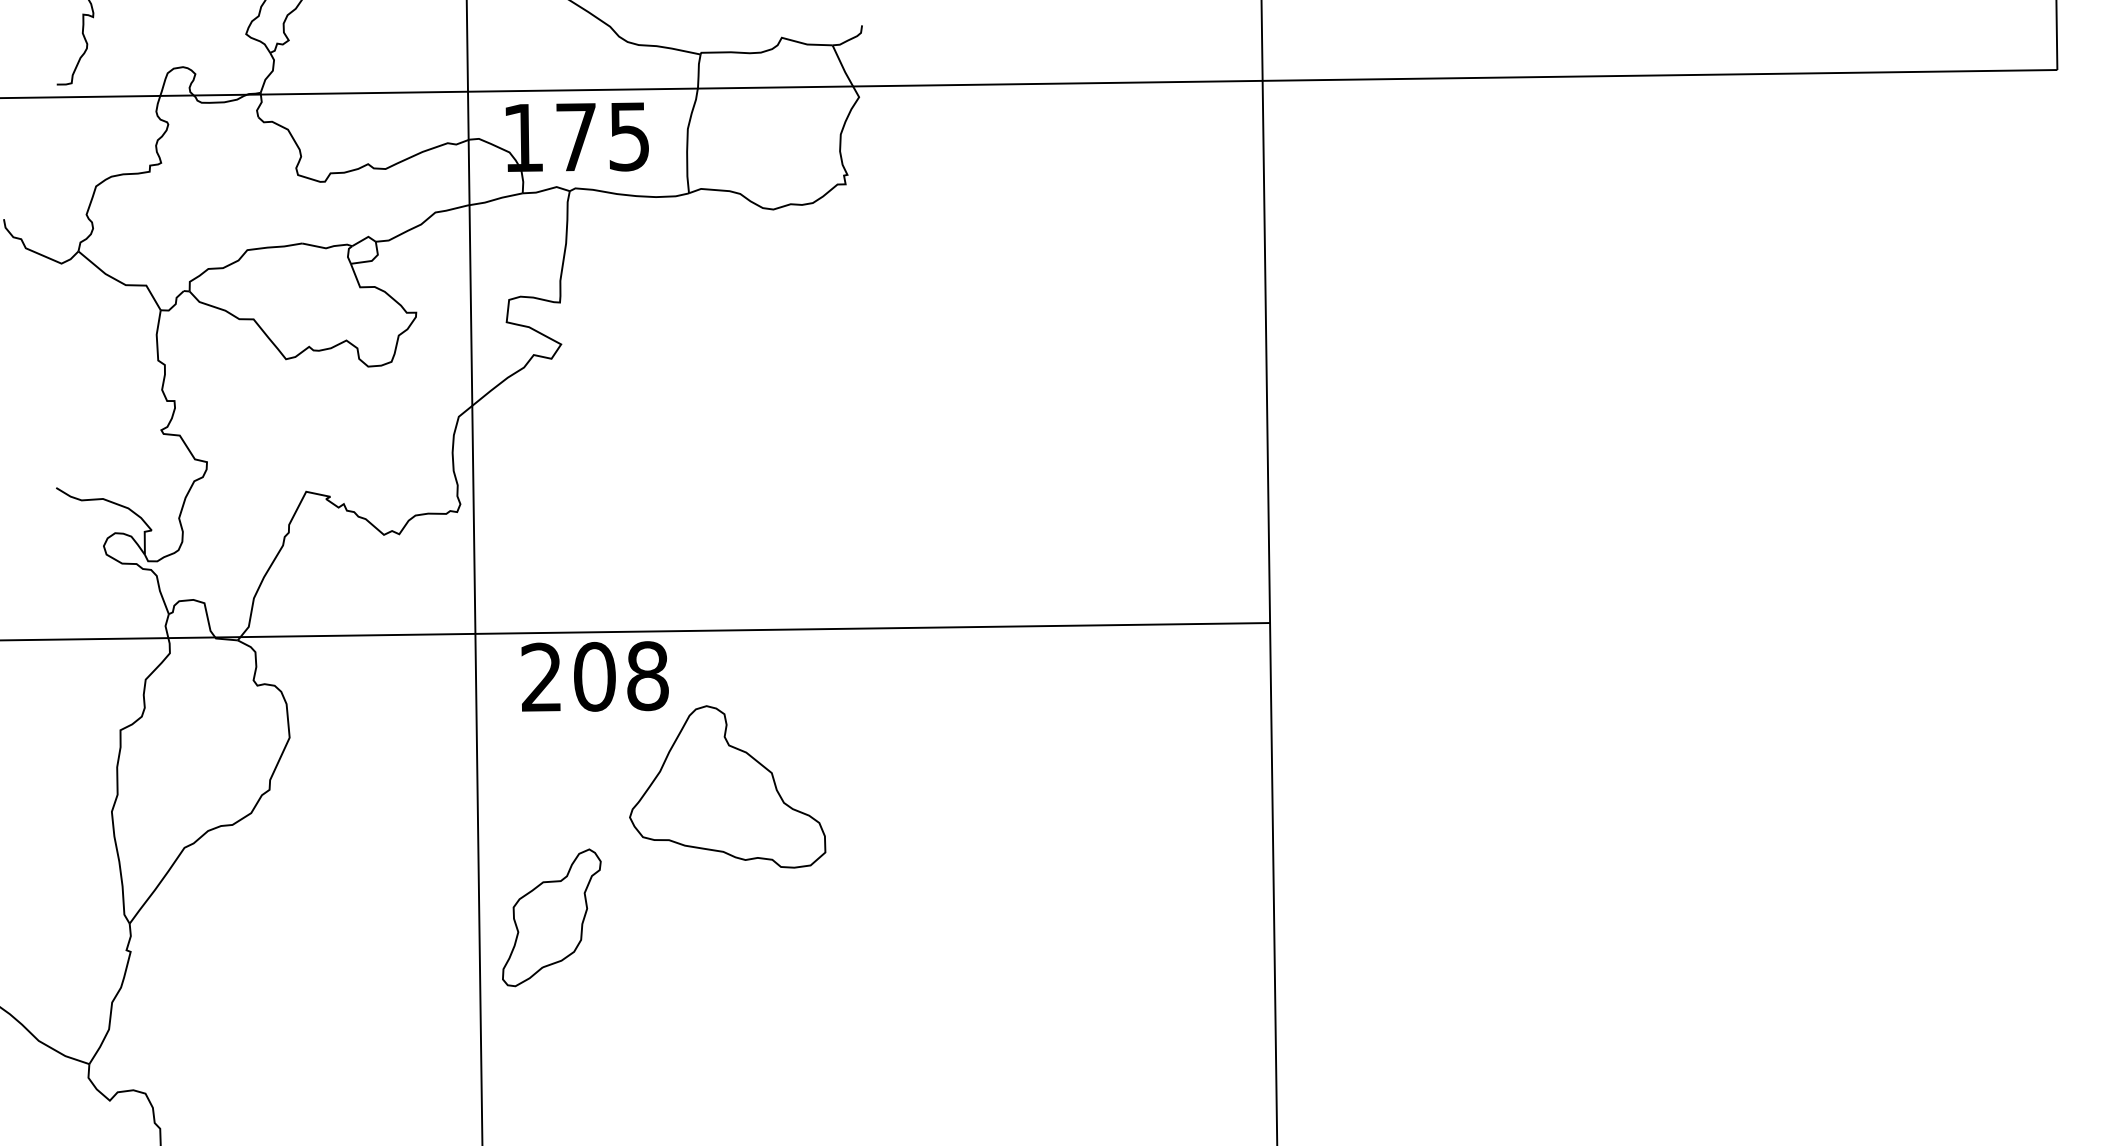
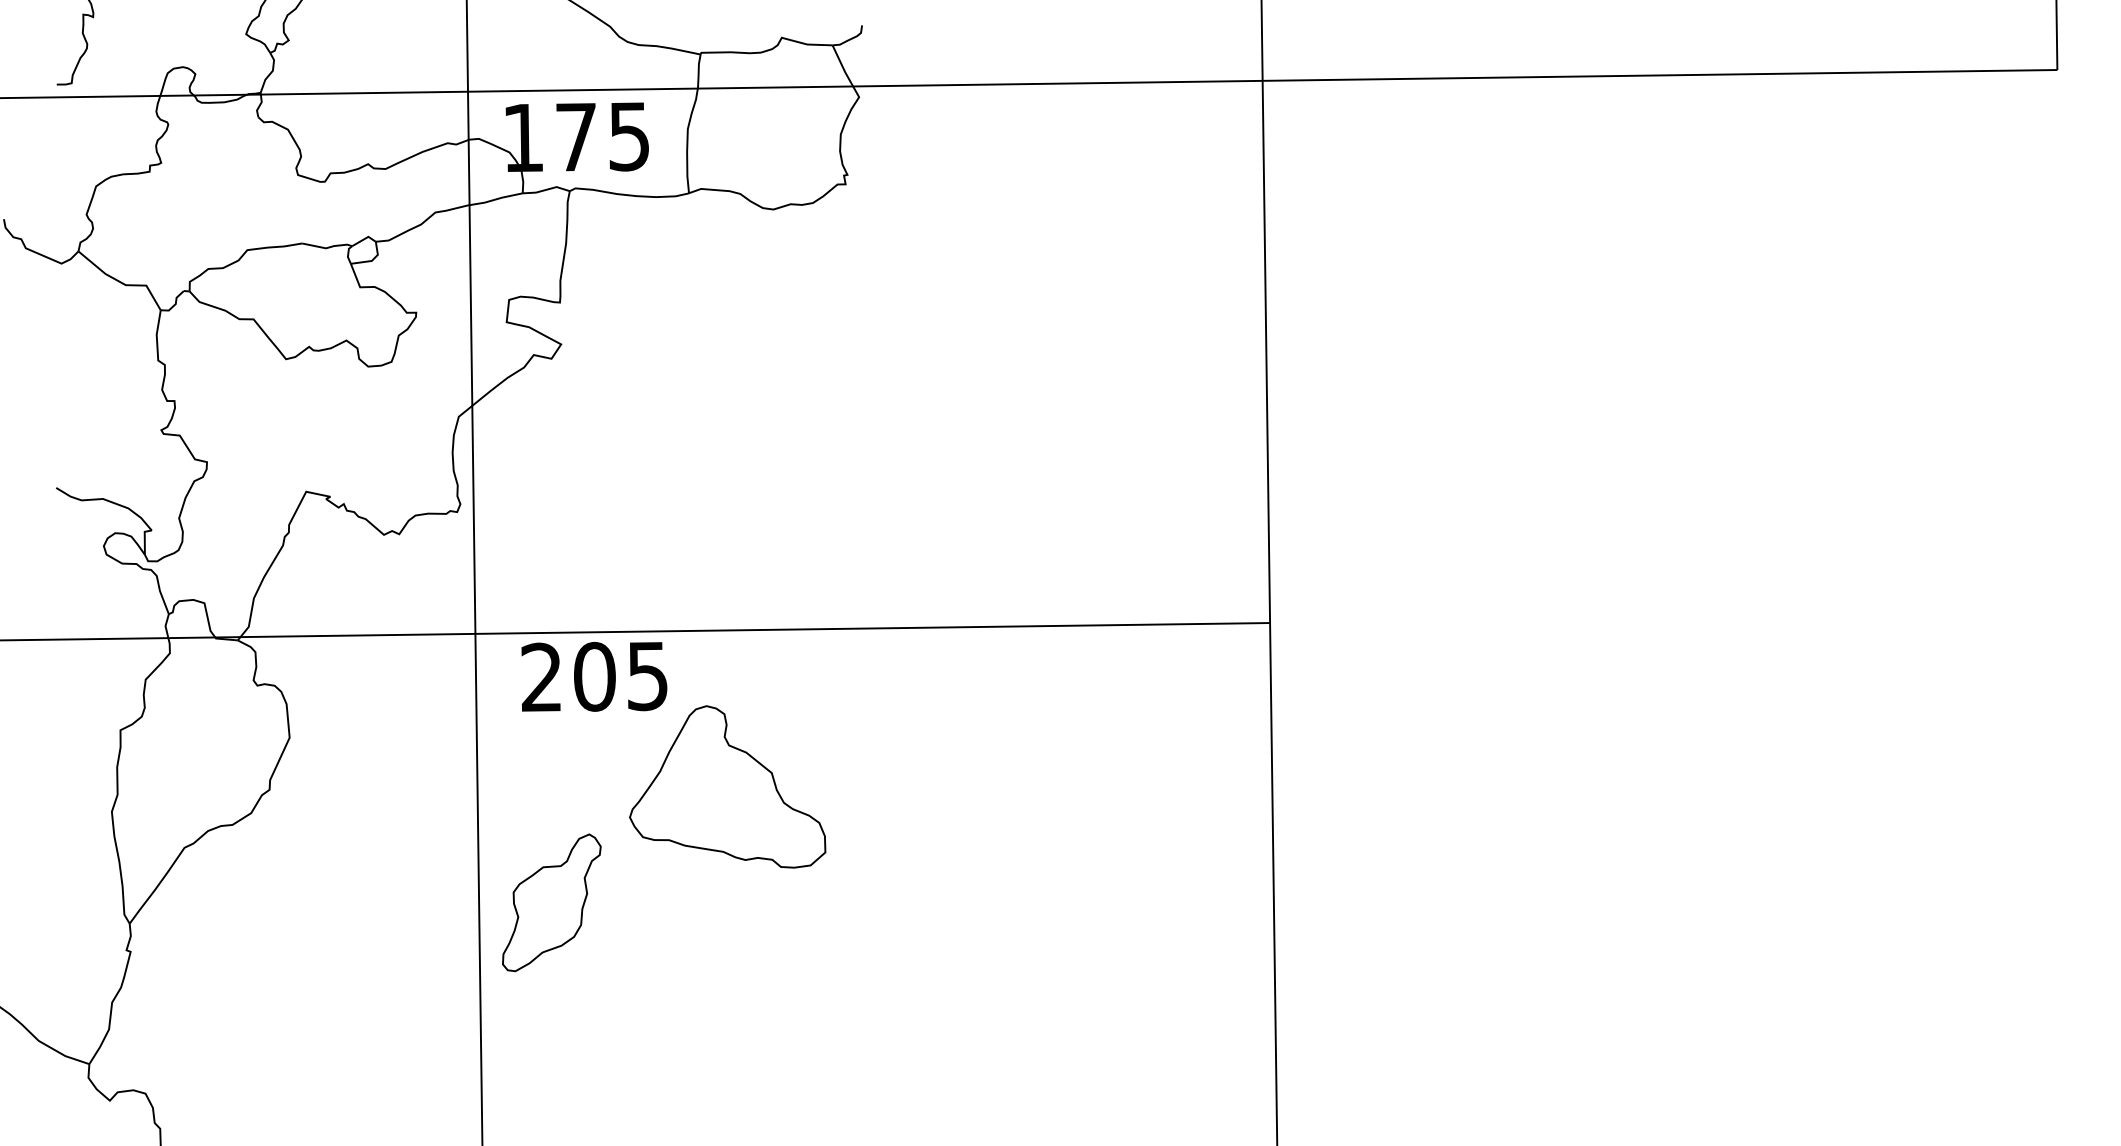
text at (647, 676): 208 -> 205
part at (551, 917) position: (551, 917) -> (551, 902)
